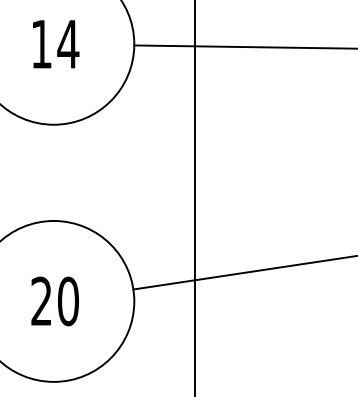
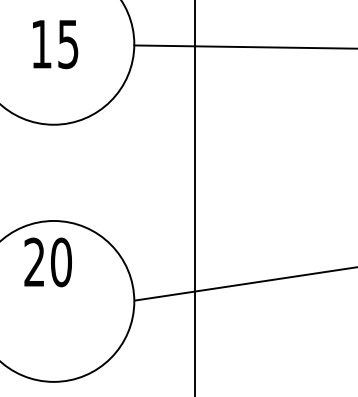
text at (68, 44): 14 -> 15
line at (243, 272) position: (243, 272) -> (244, 283)
text at (54, 301) position: (54, 301) -> (47, 262)
